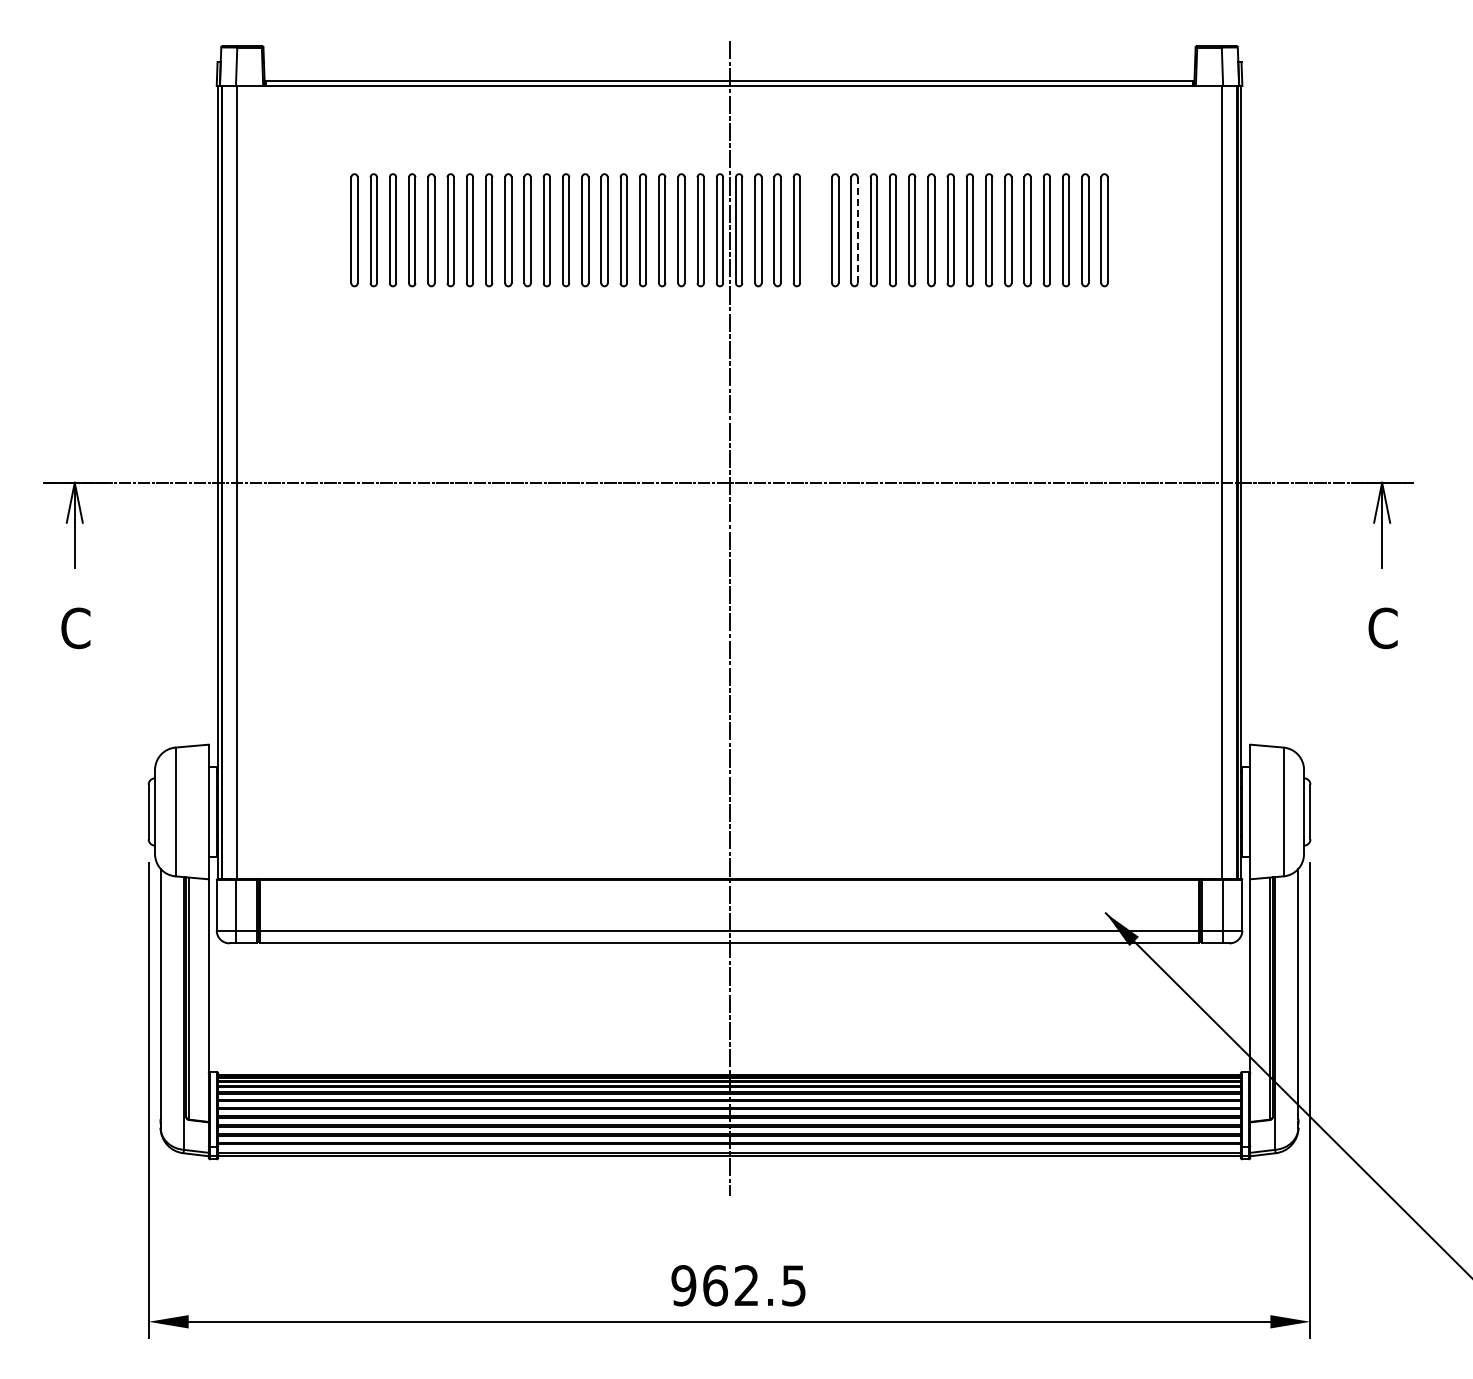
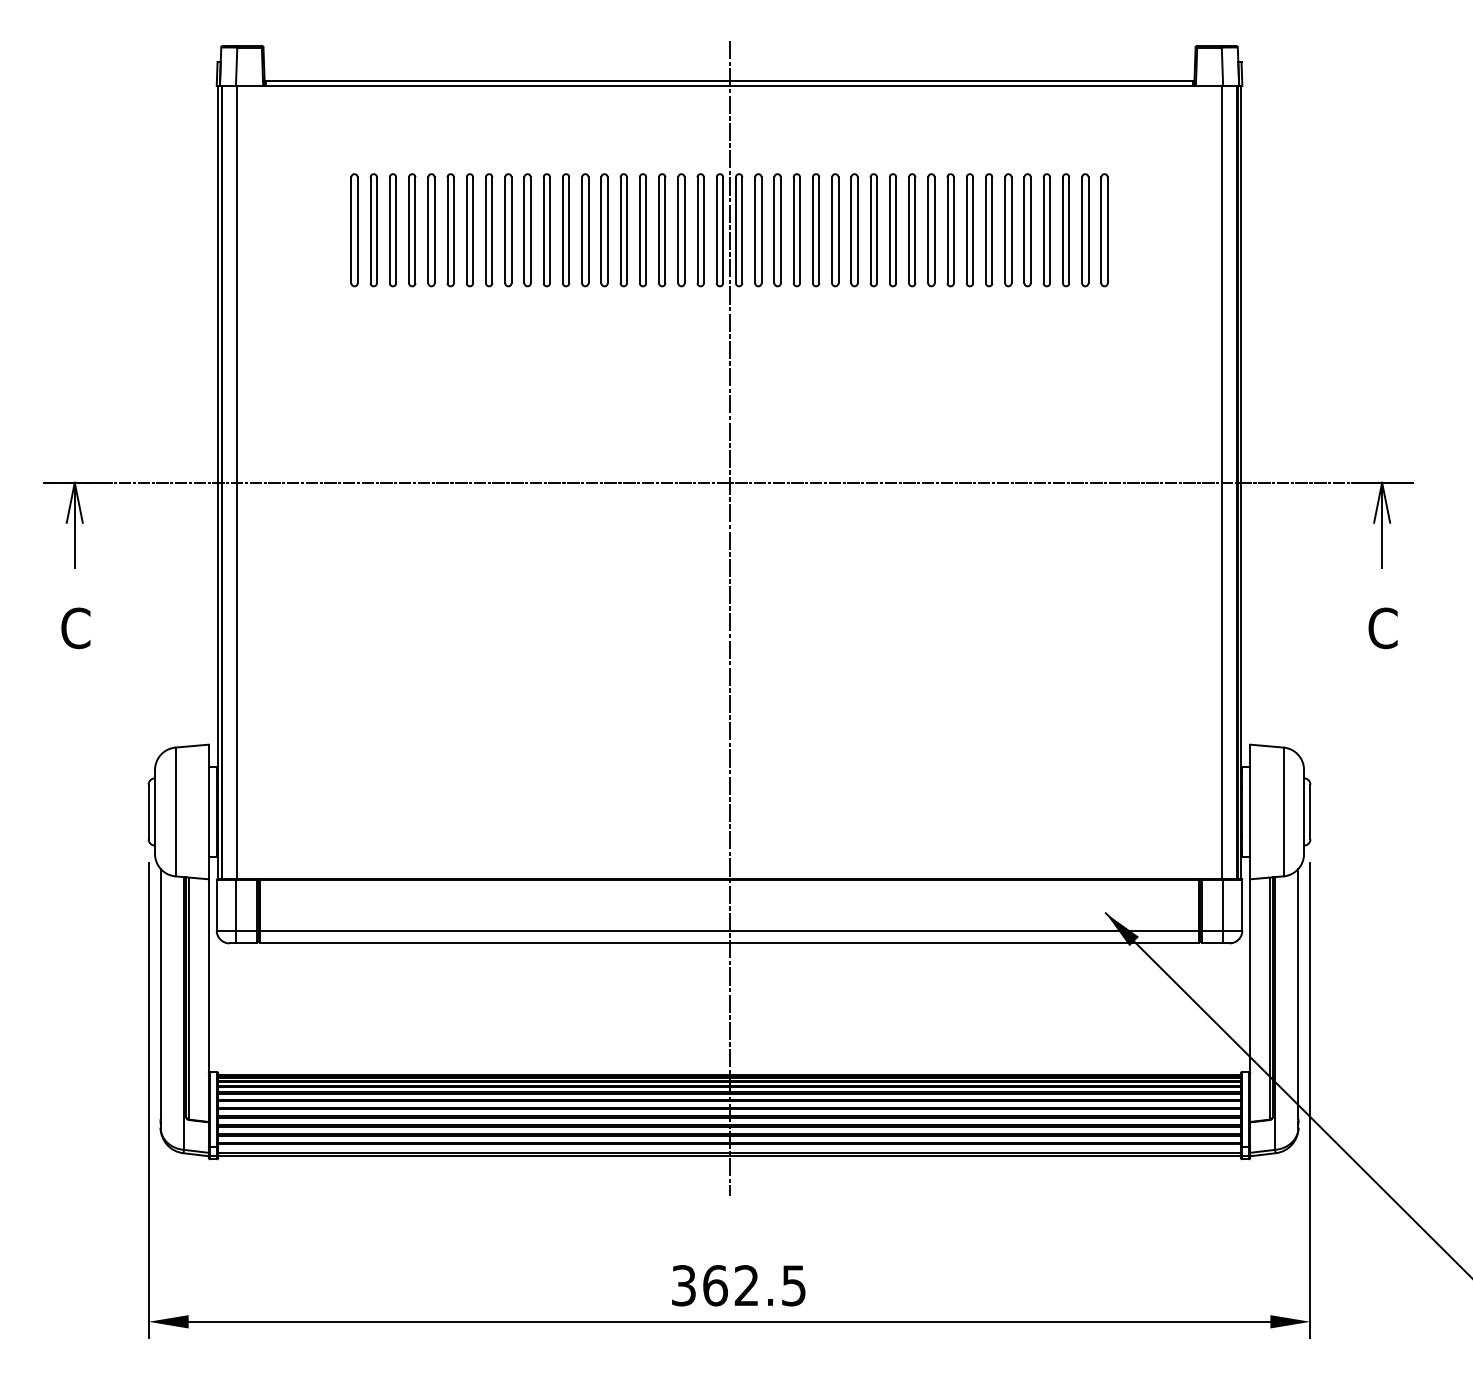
part at (816, 230): none -> present
line at (857, 230): dashed -> solid
text at (683, 1285): 962.5 -> 362.5
